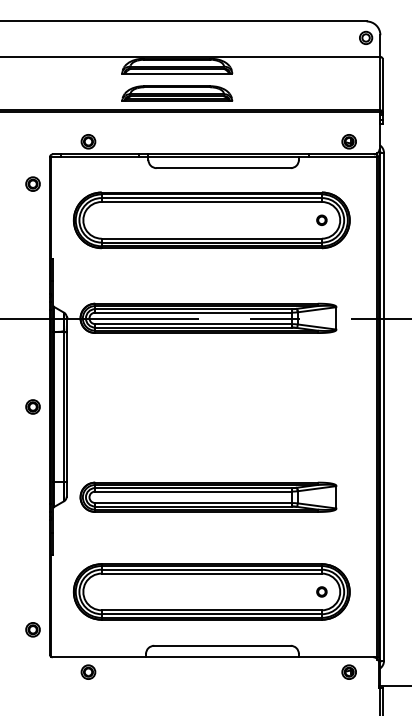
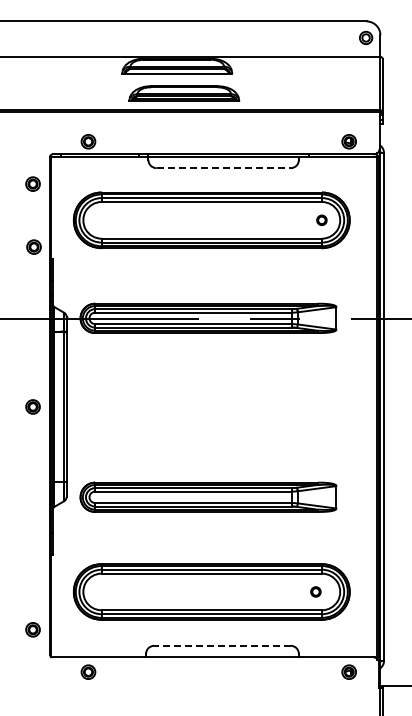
part at (177, 93) position: (177, 93) -> (184, 93)
line at (224, 168): solid -> dashed
part at (33, 246): none -> present
part at (321, 591) position: (321, 591) -> (315, 591)
line at (221, 645): solid -> dashed
